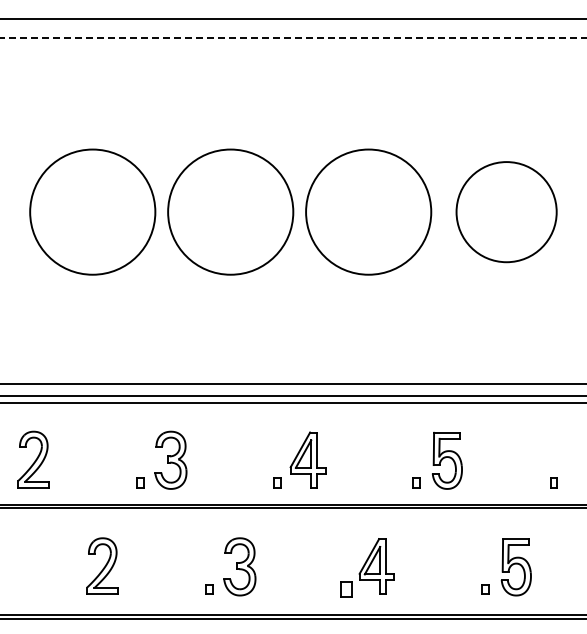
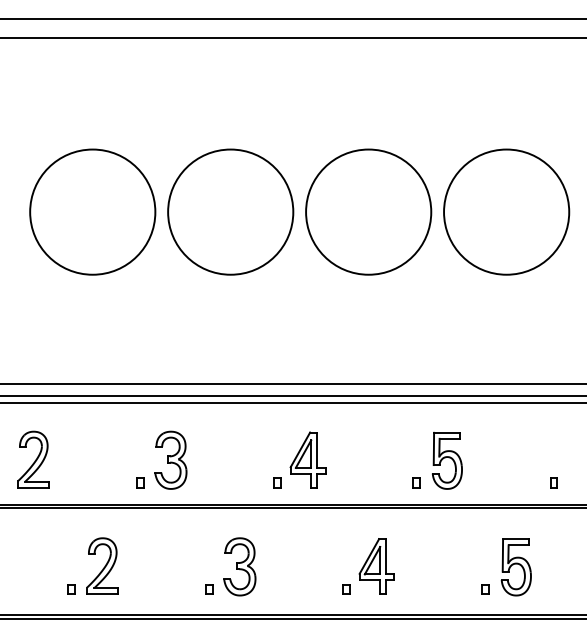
line at (293, 37): dashed -> solid
circle at (506, 212) diameter: 100 px -> 125 px
part at (71, 589): none -> present
part at (346, 589) size: 13x17 px -> 9x11 px
